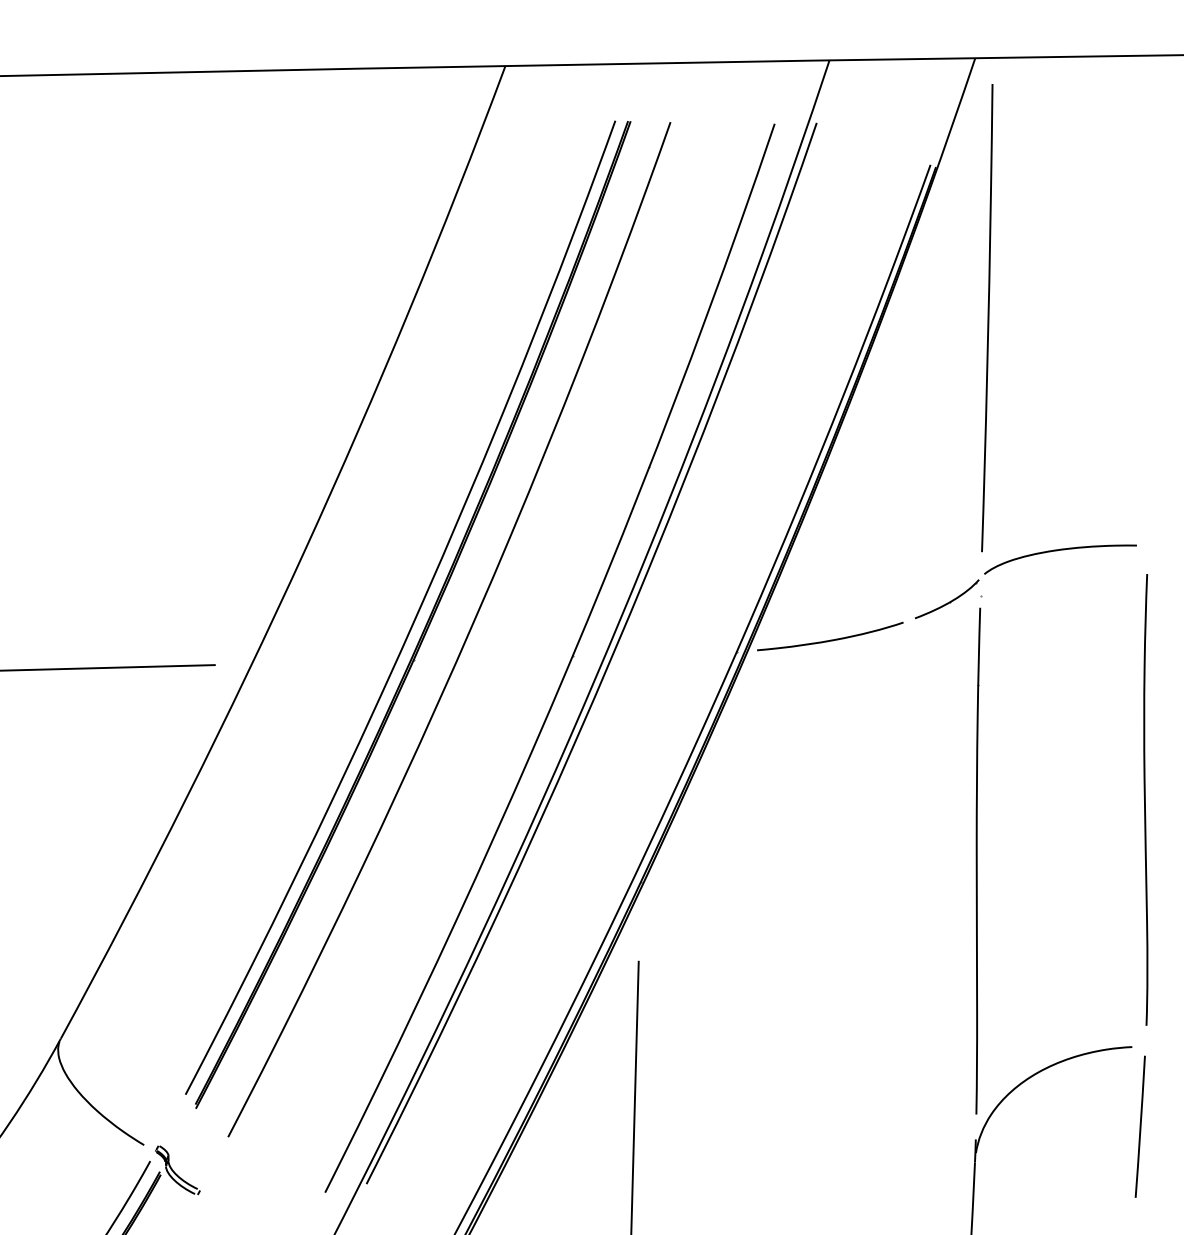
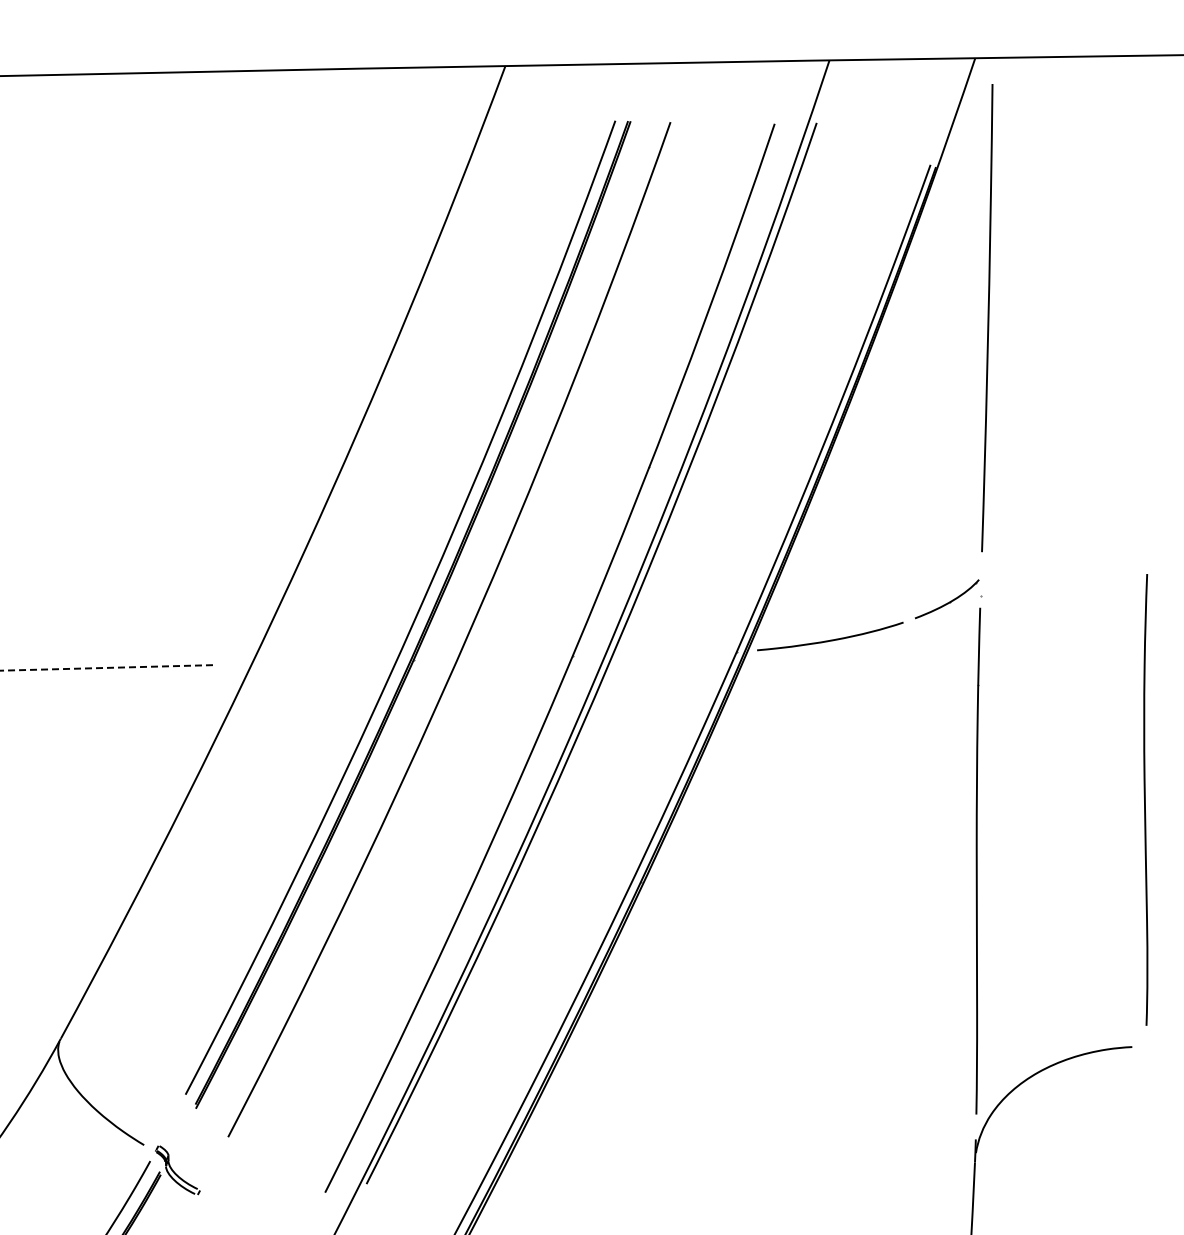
curve at (1057, 551): present -> none
line at (107, 667): solid -> dashed
line at (634, 1096): present -> none
line at (1139, 1126): present -> none
